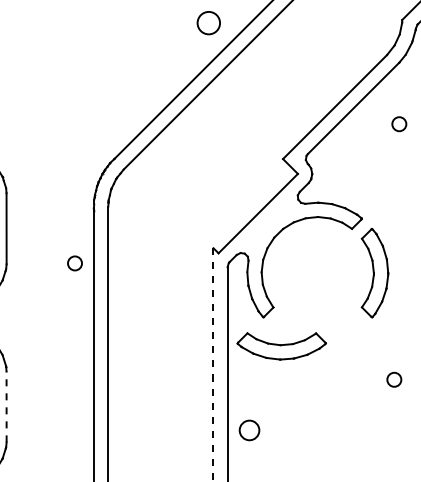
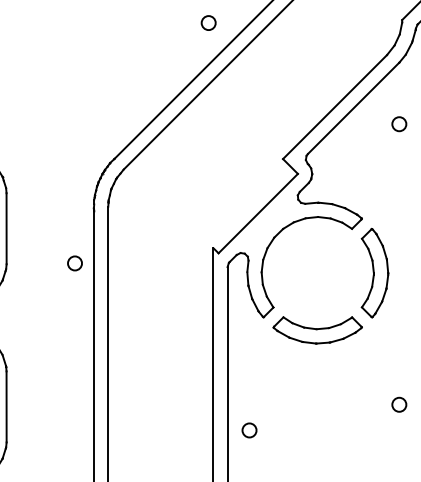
circle at (208, 23) size: 25x25 px -> 17x16 px
part at (281, 346) position: (281, 346) -> (317, 330)
line at (213, 365): dashed -> solid
circle at (394, 379) position: (394, 379) -> (399, 404)
line at (6, 406): dashed -> solid
circle at (249, 430) size: 23x23 px -> 17x17 px
